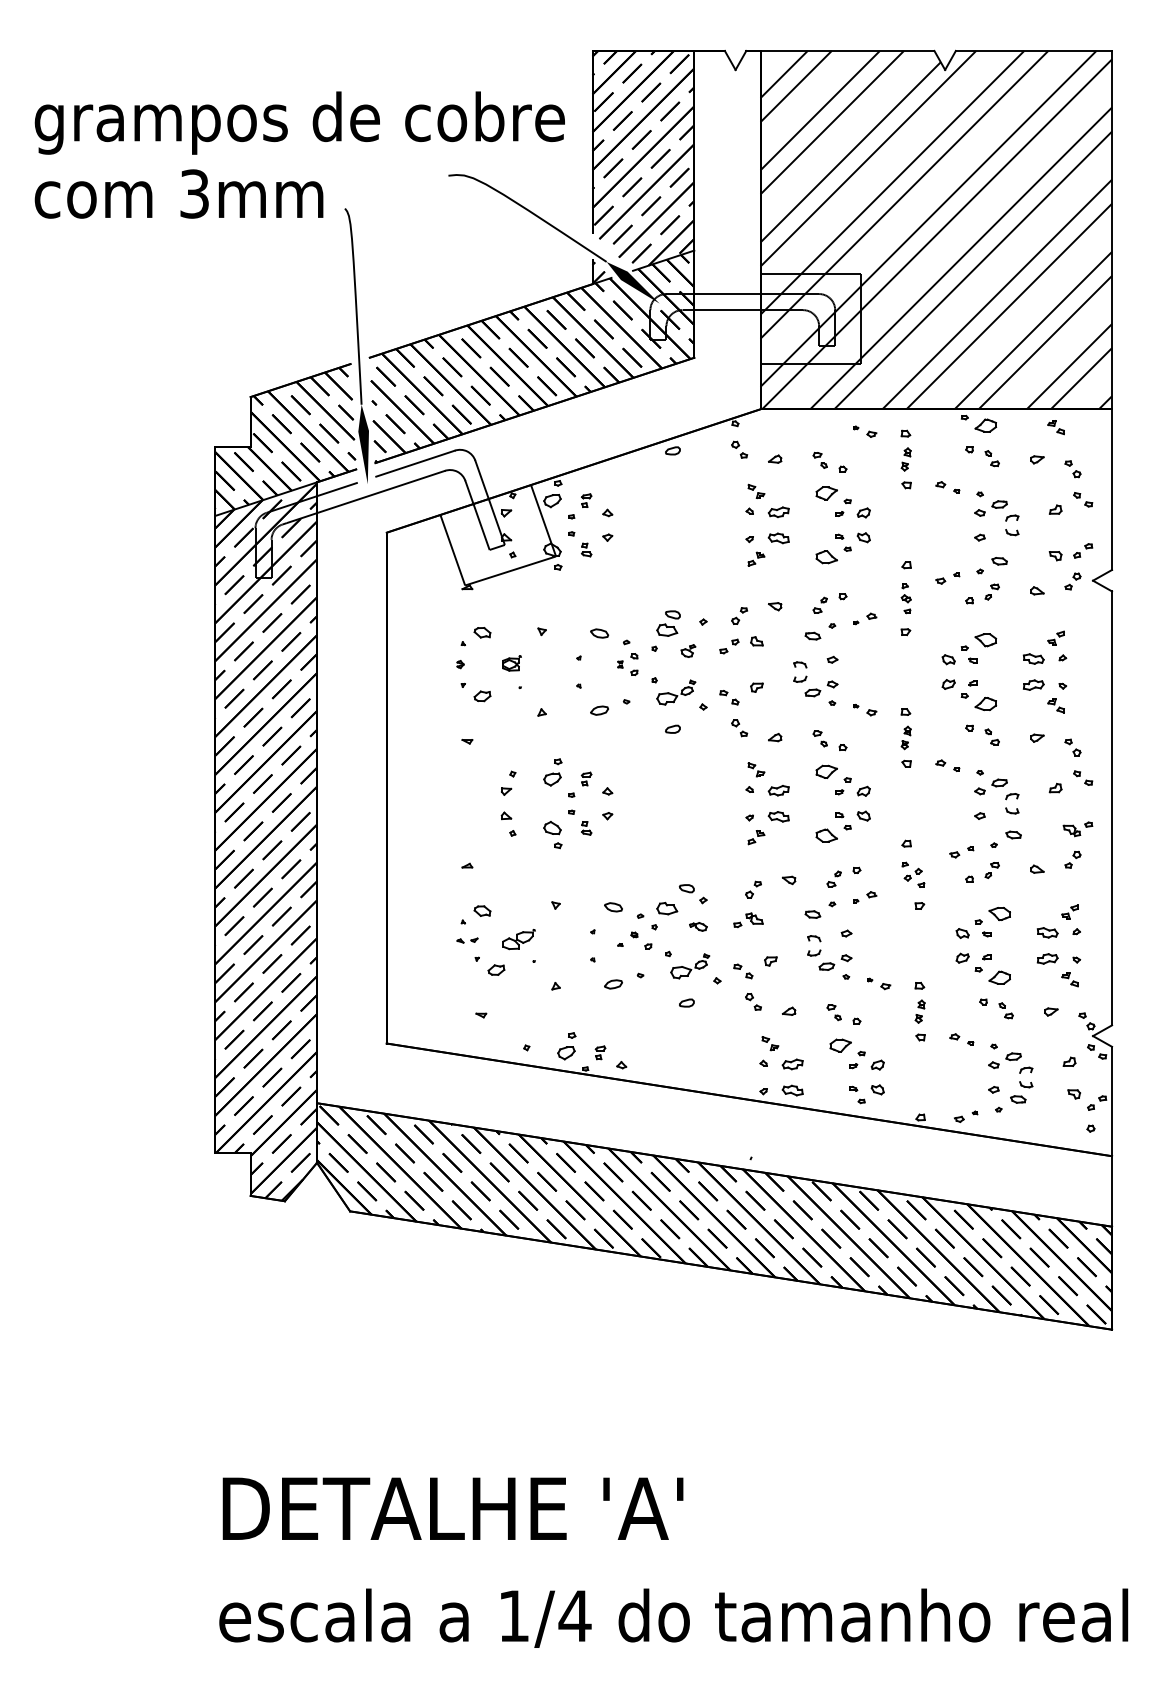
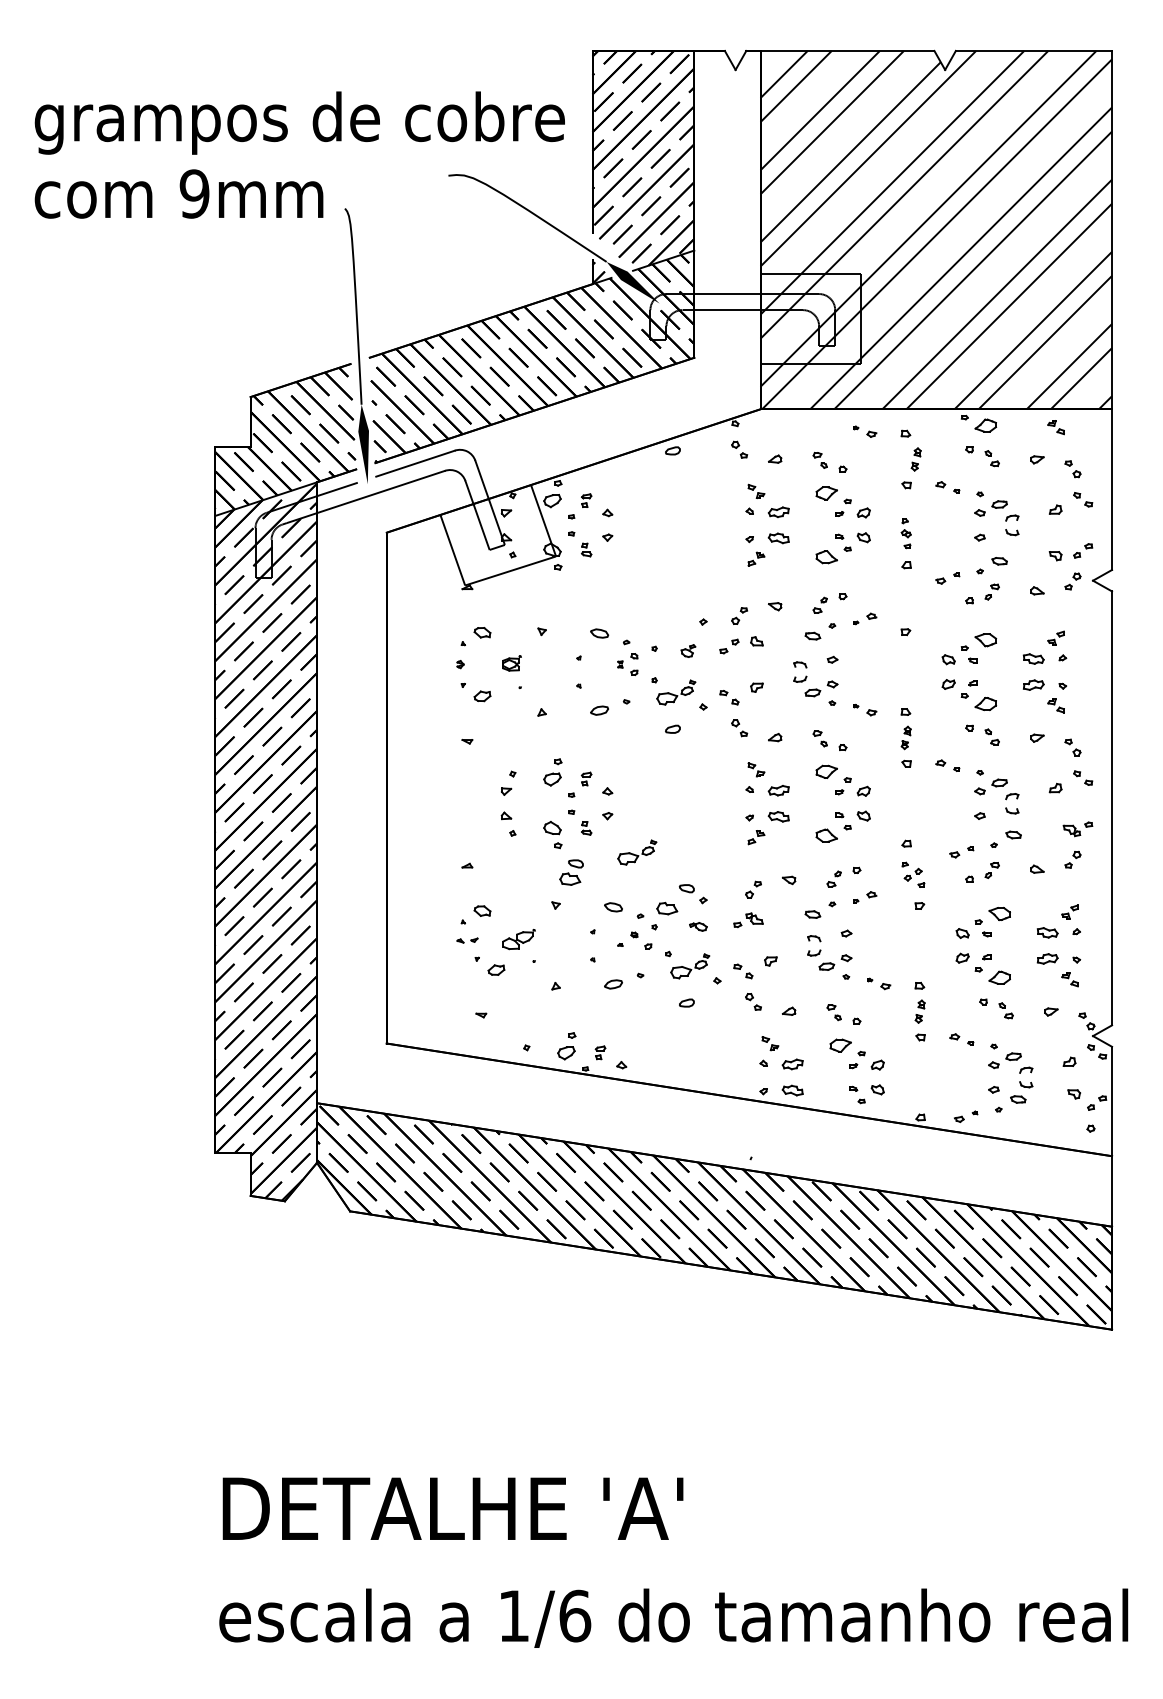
text at (194, 193): 3mm -> 9mm
part at (905, 459) position: (905, 459) -> (915, 459)
part at (905, 598) position: (905, 598) -> (905, 533)
part at (668, 623) position: (668, 623) -> (571, 872)
part at (637, 852): none -> present
text at (574, 1615): 1/4 -> 1/6
